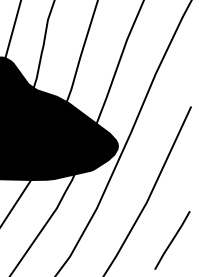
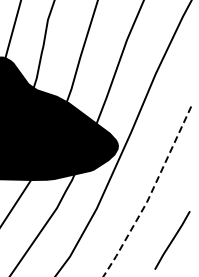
line at (150, 195): solid -> dashed
